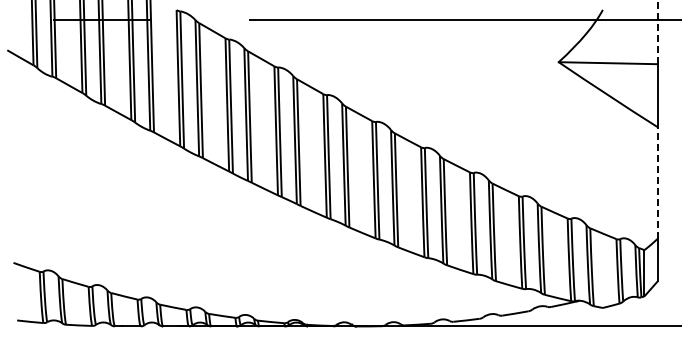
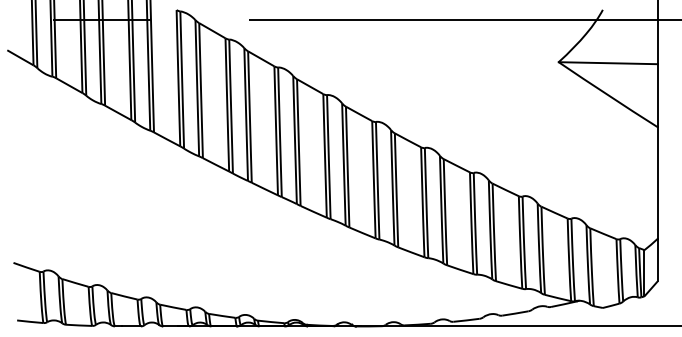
line at (657, 32): dashed -> solid
line at (657, 183): dashed -> solid
